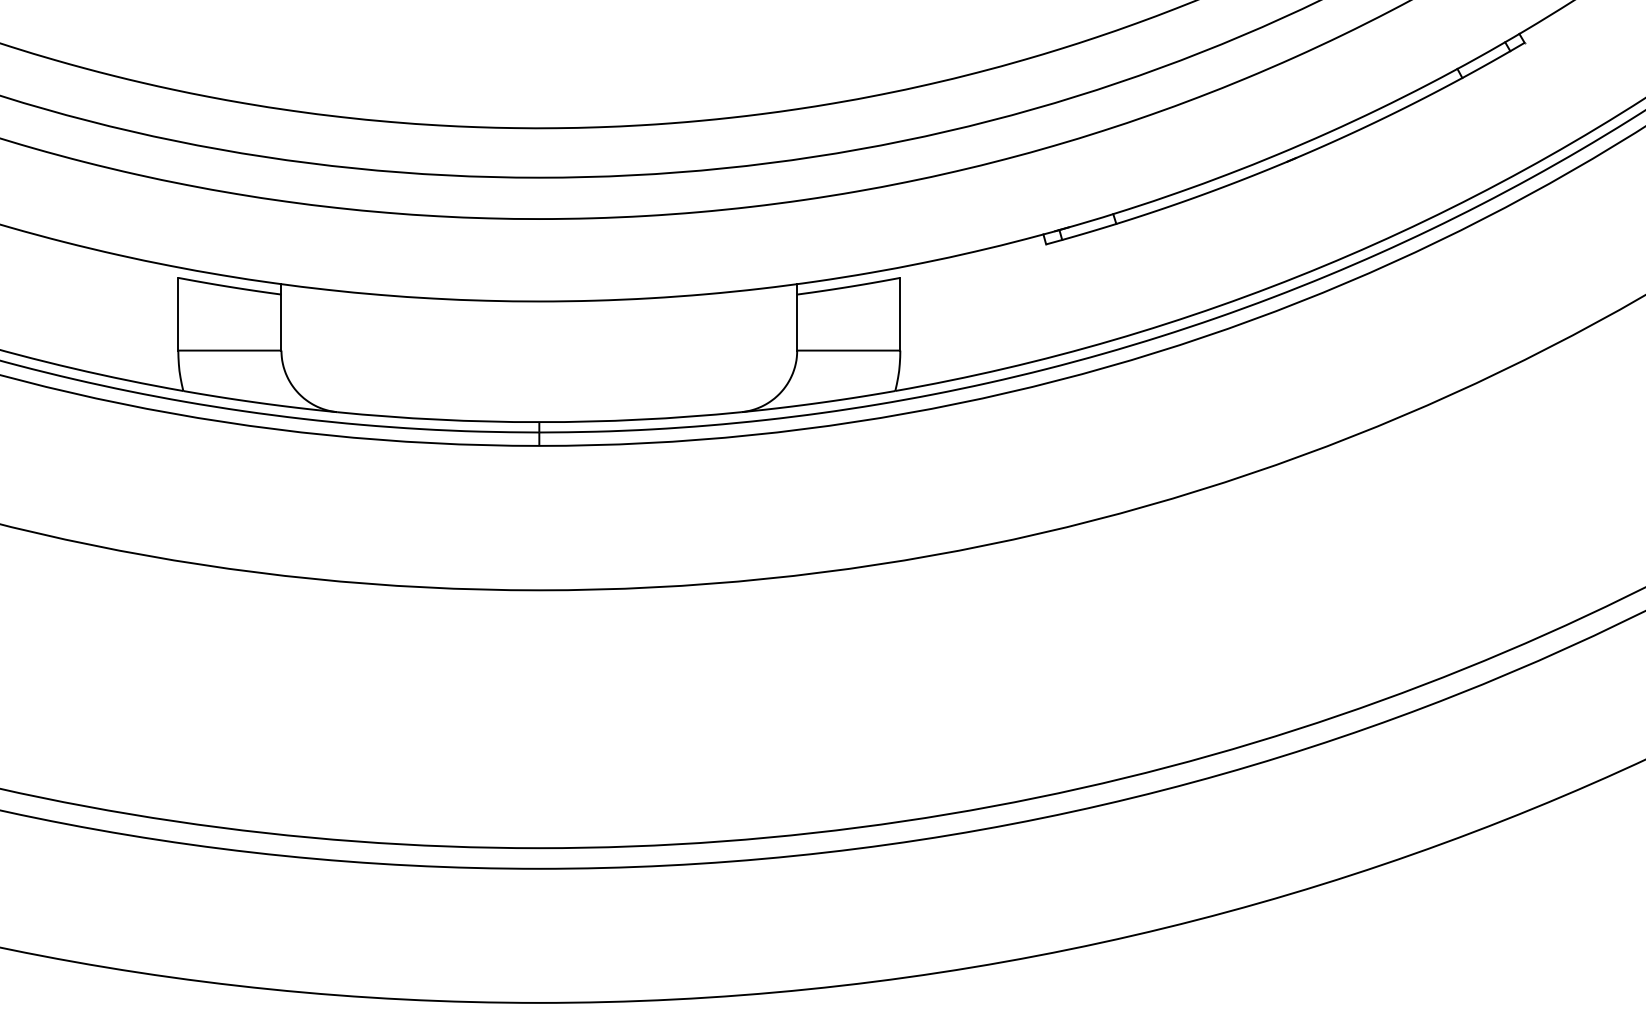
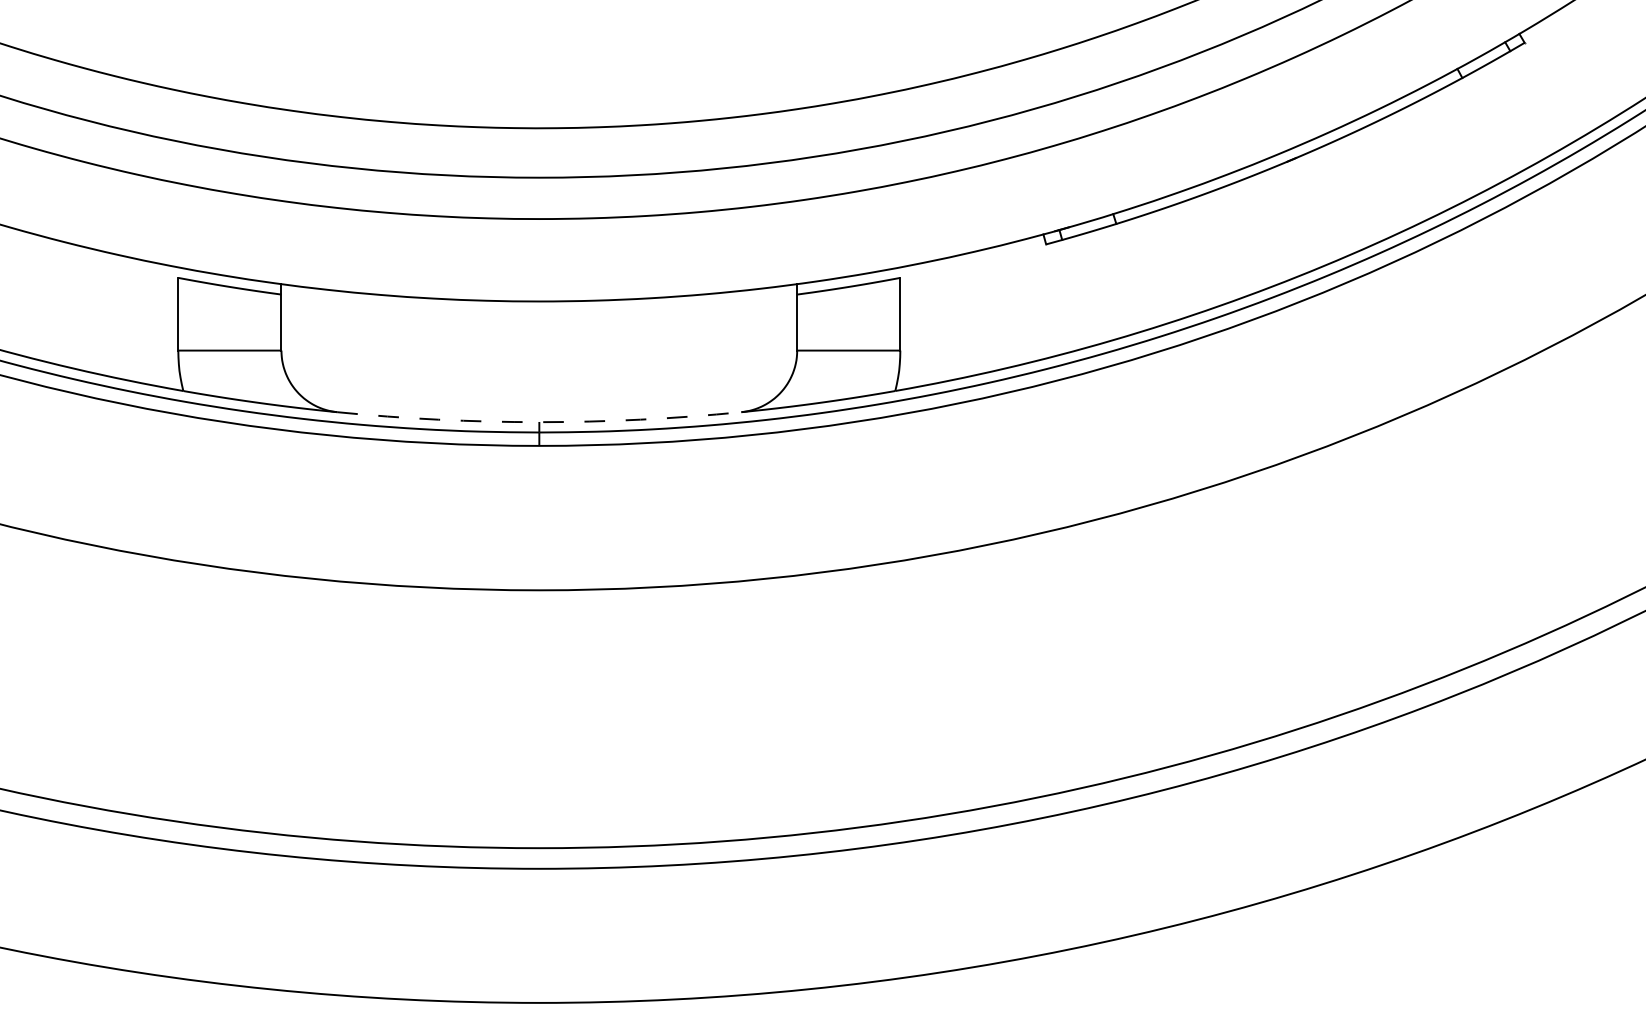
arc at (539, 422): solid -> dashed
